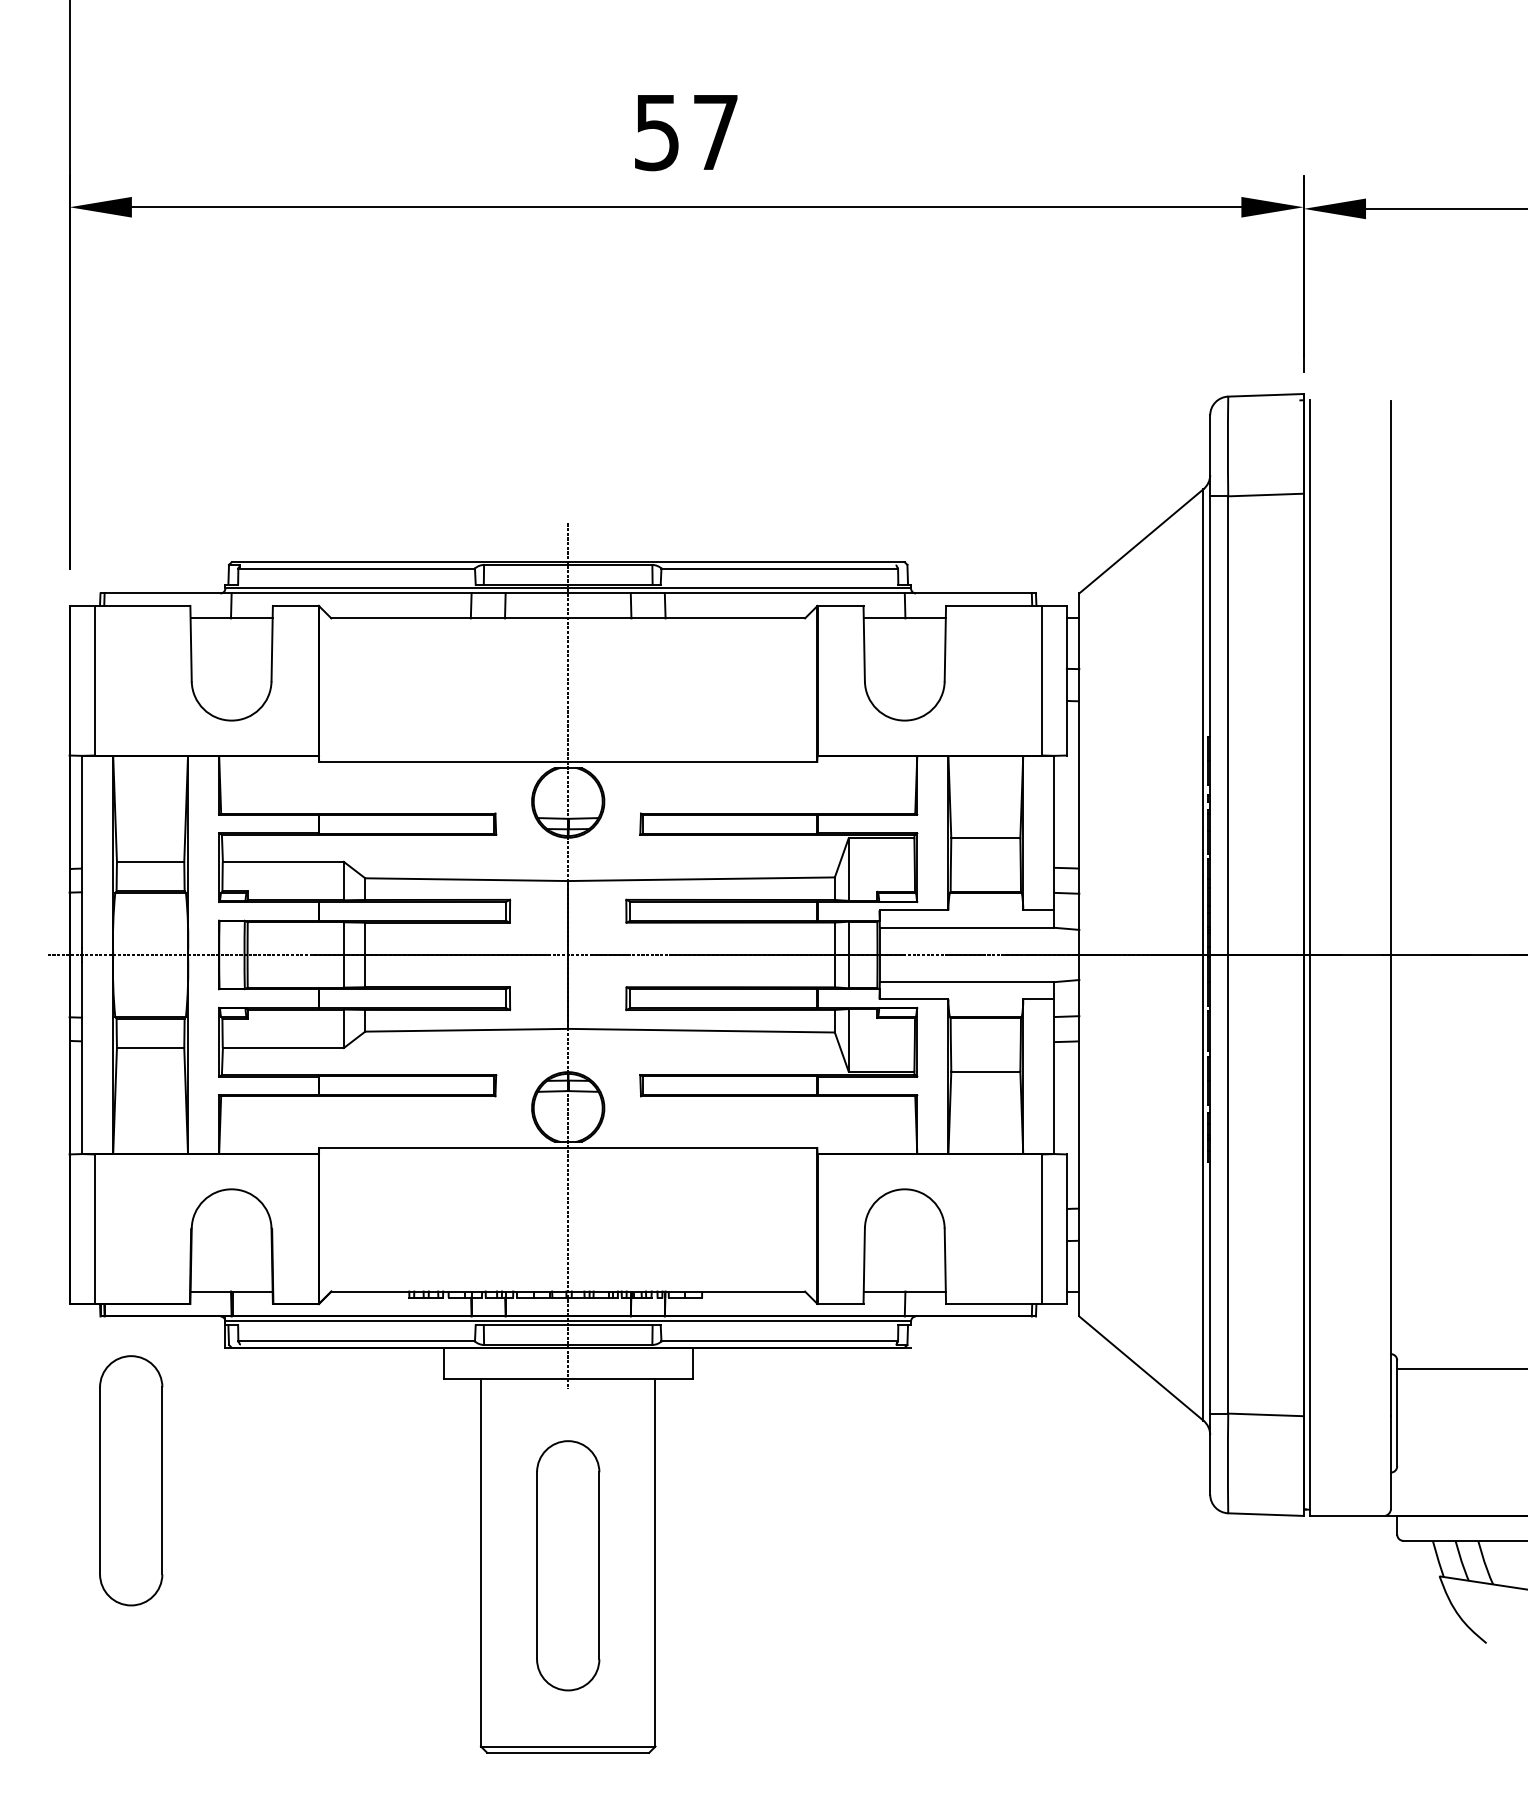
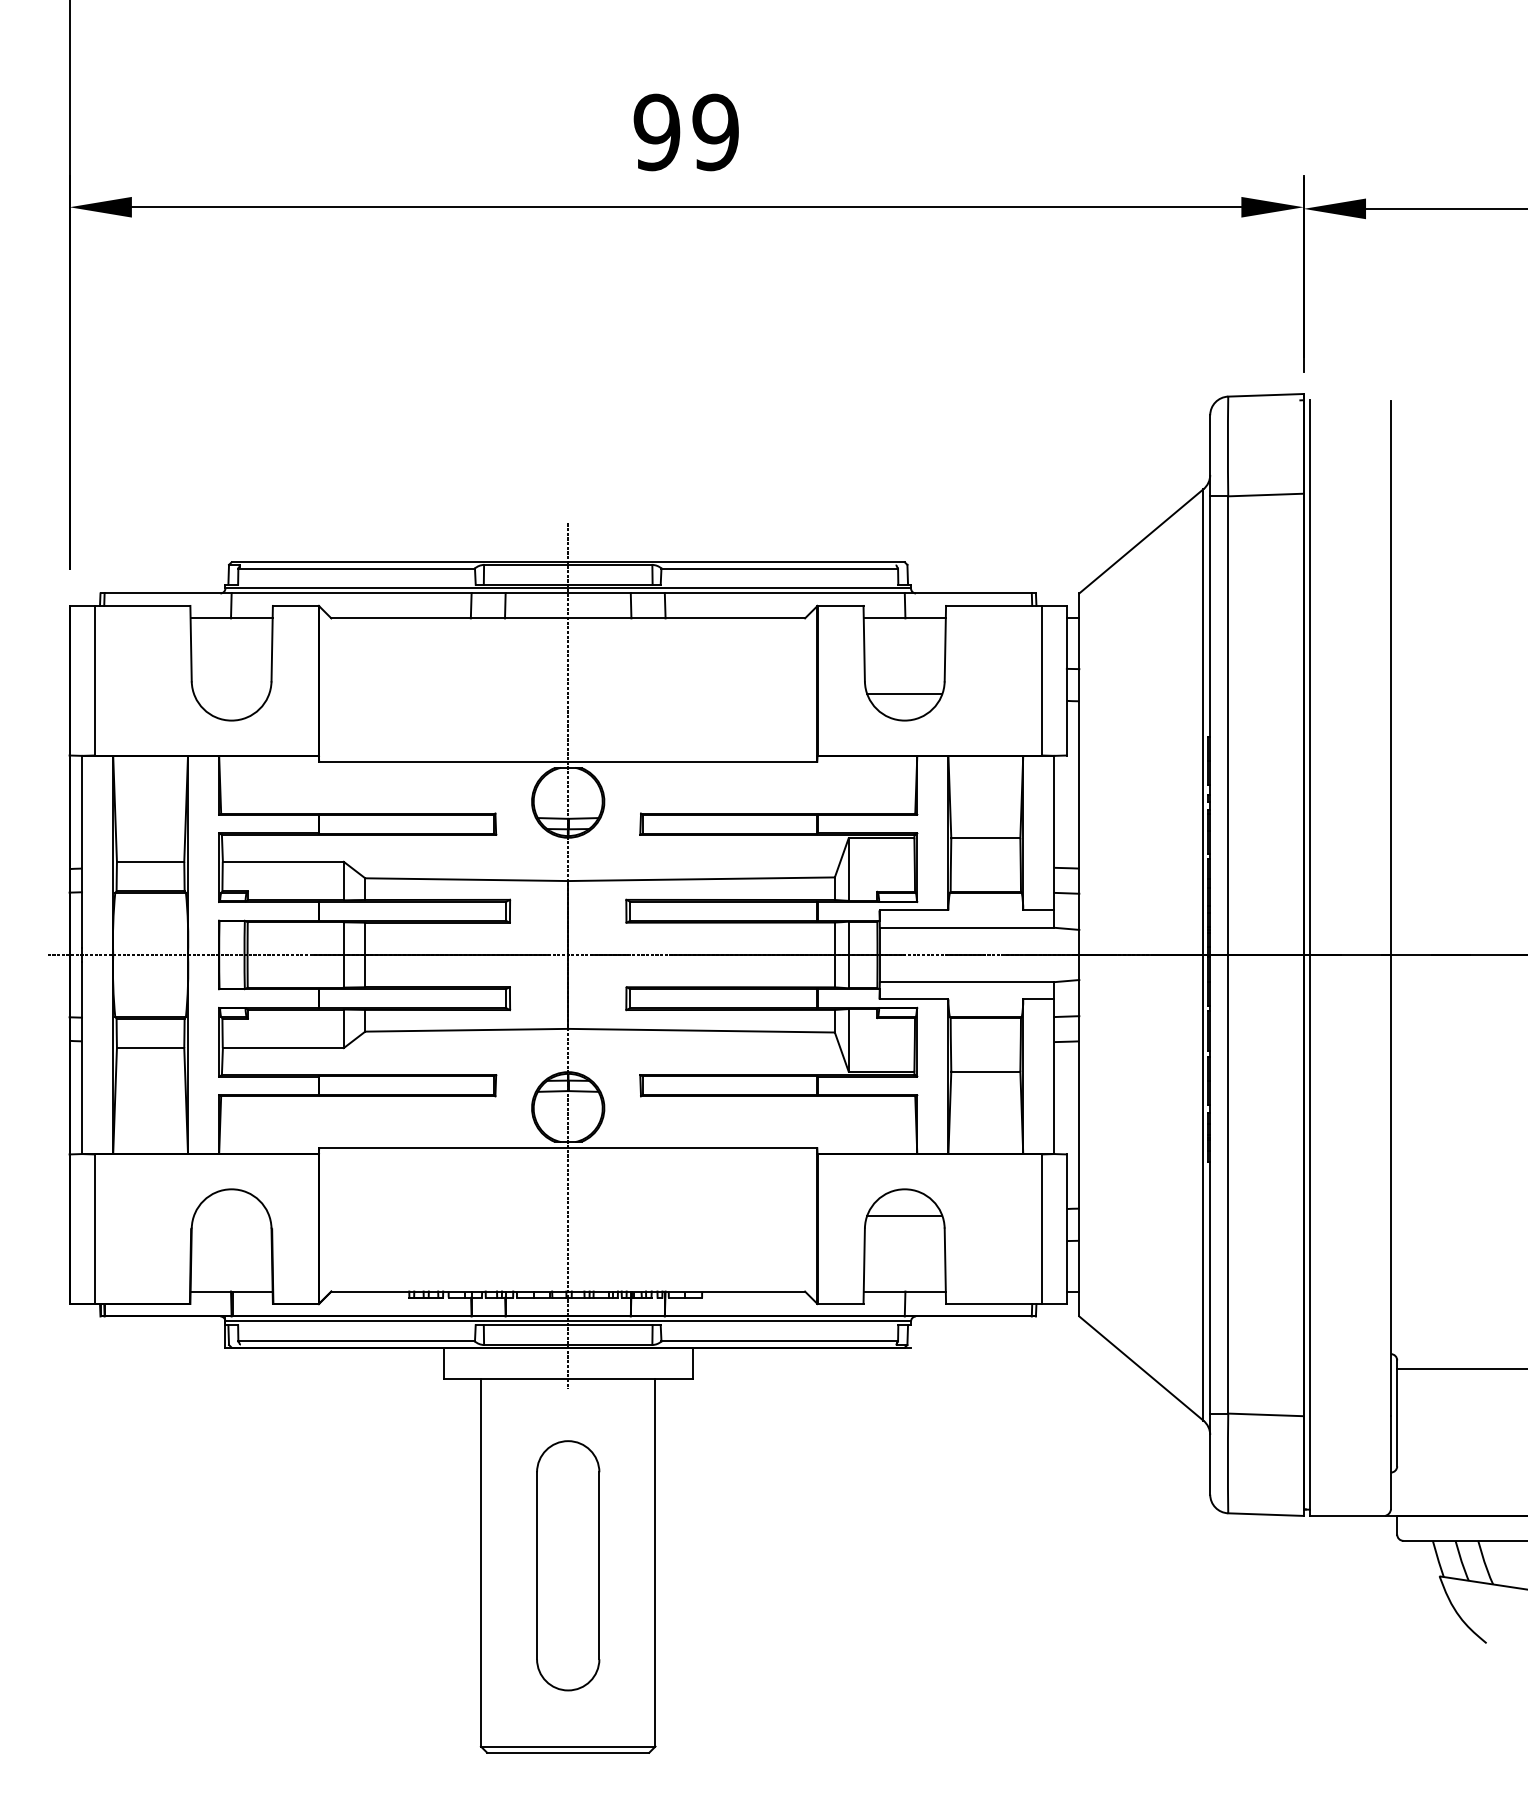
text at (685, 132): 57 -> 99
line at (904, 693): none -> present
line at (904, 1216): none -> present
part at (131, 1480): present -> none
